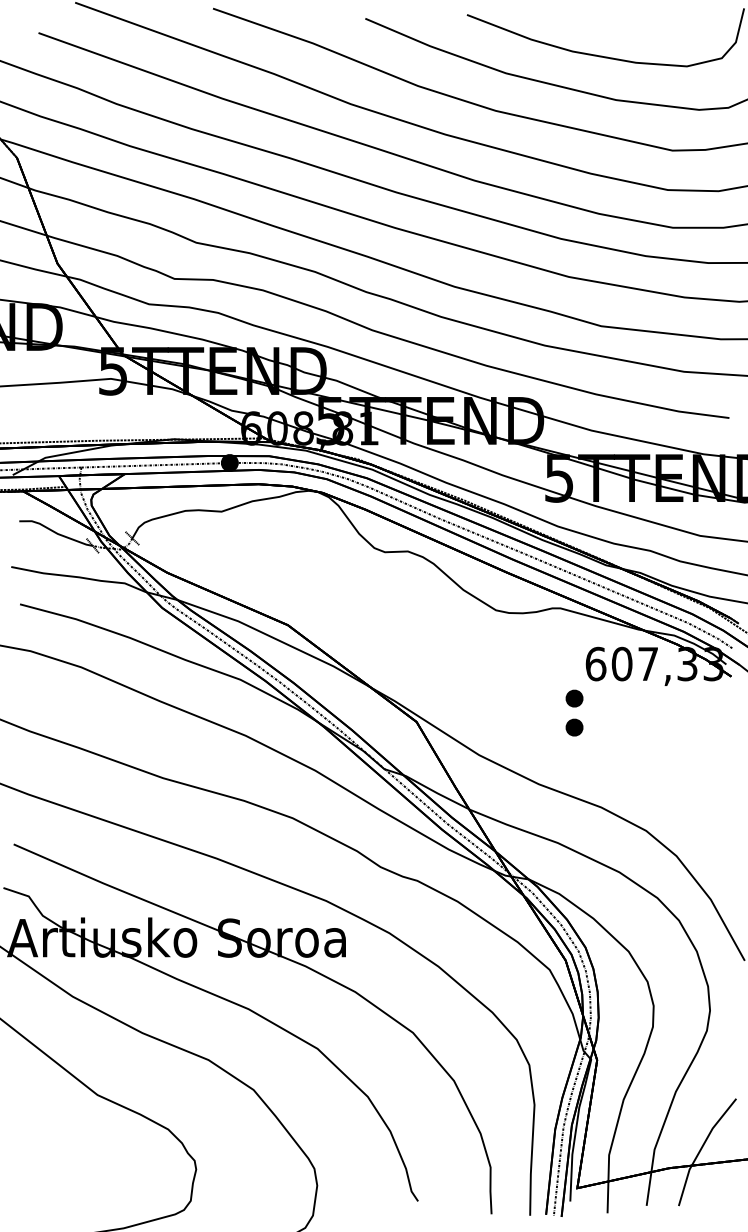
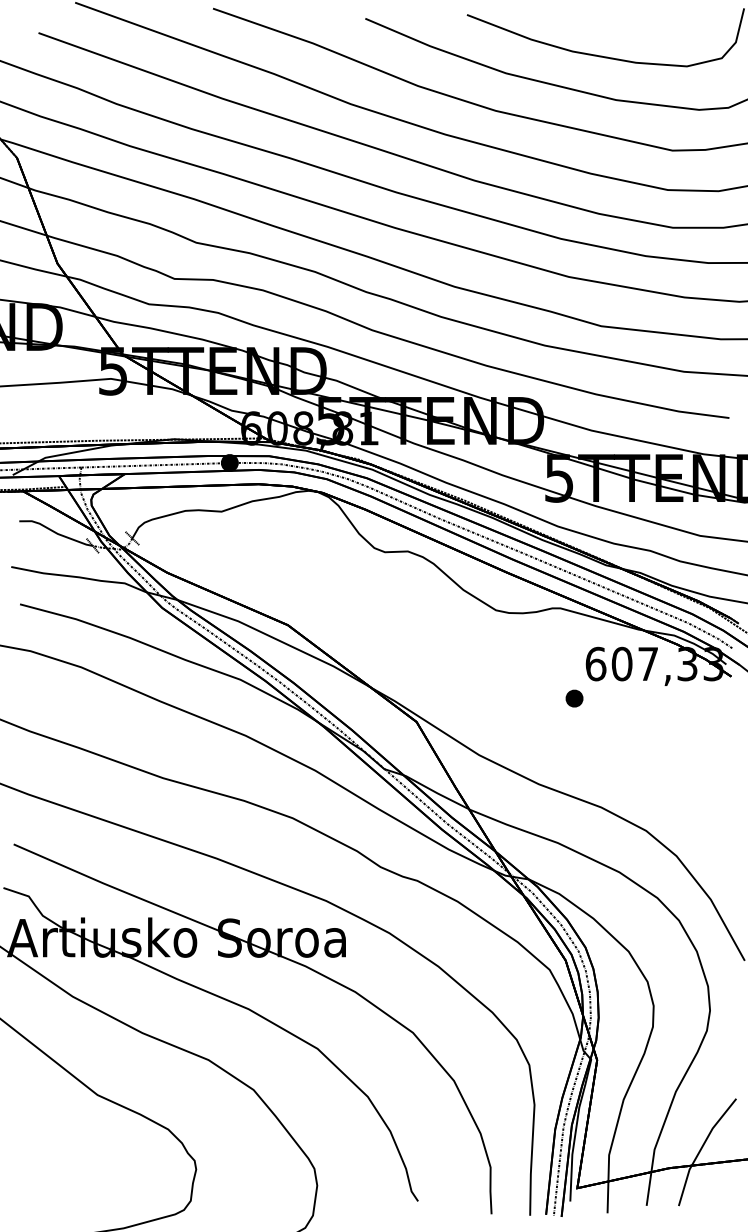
part at (574, 727): present -> none
